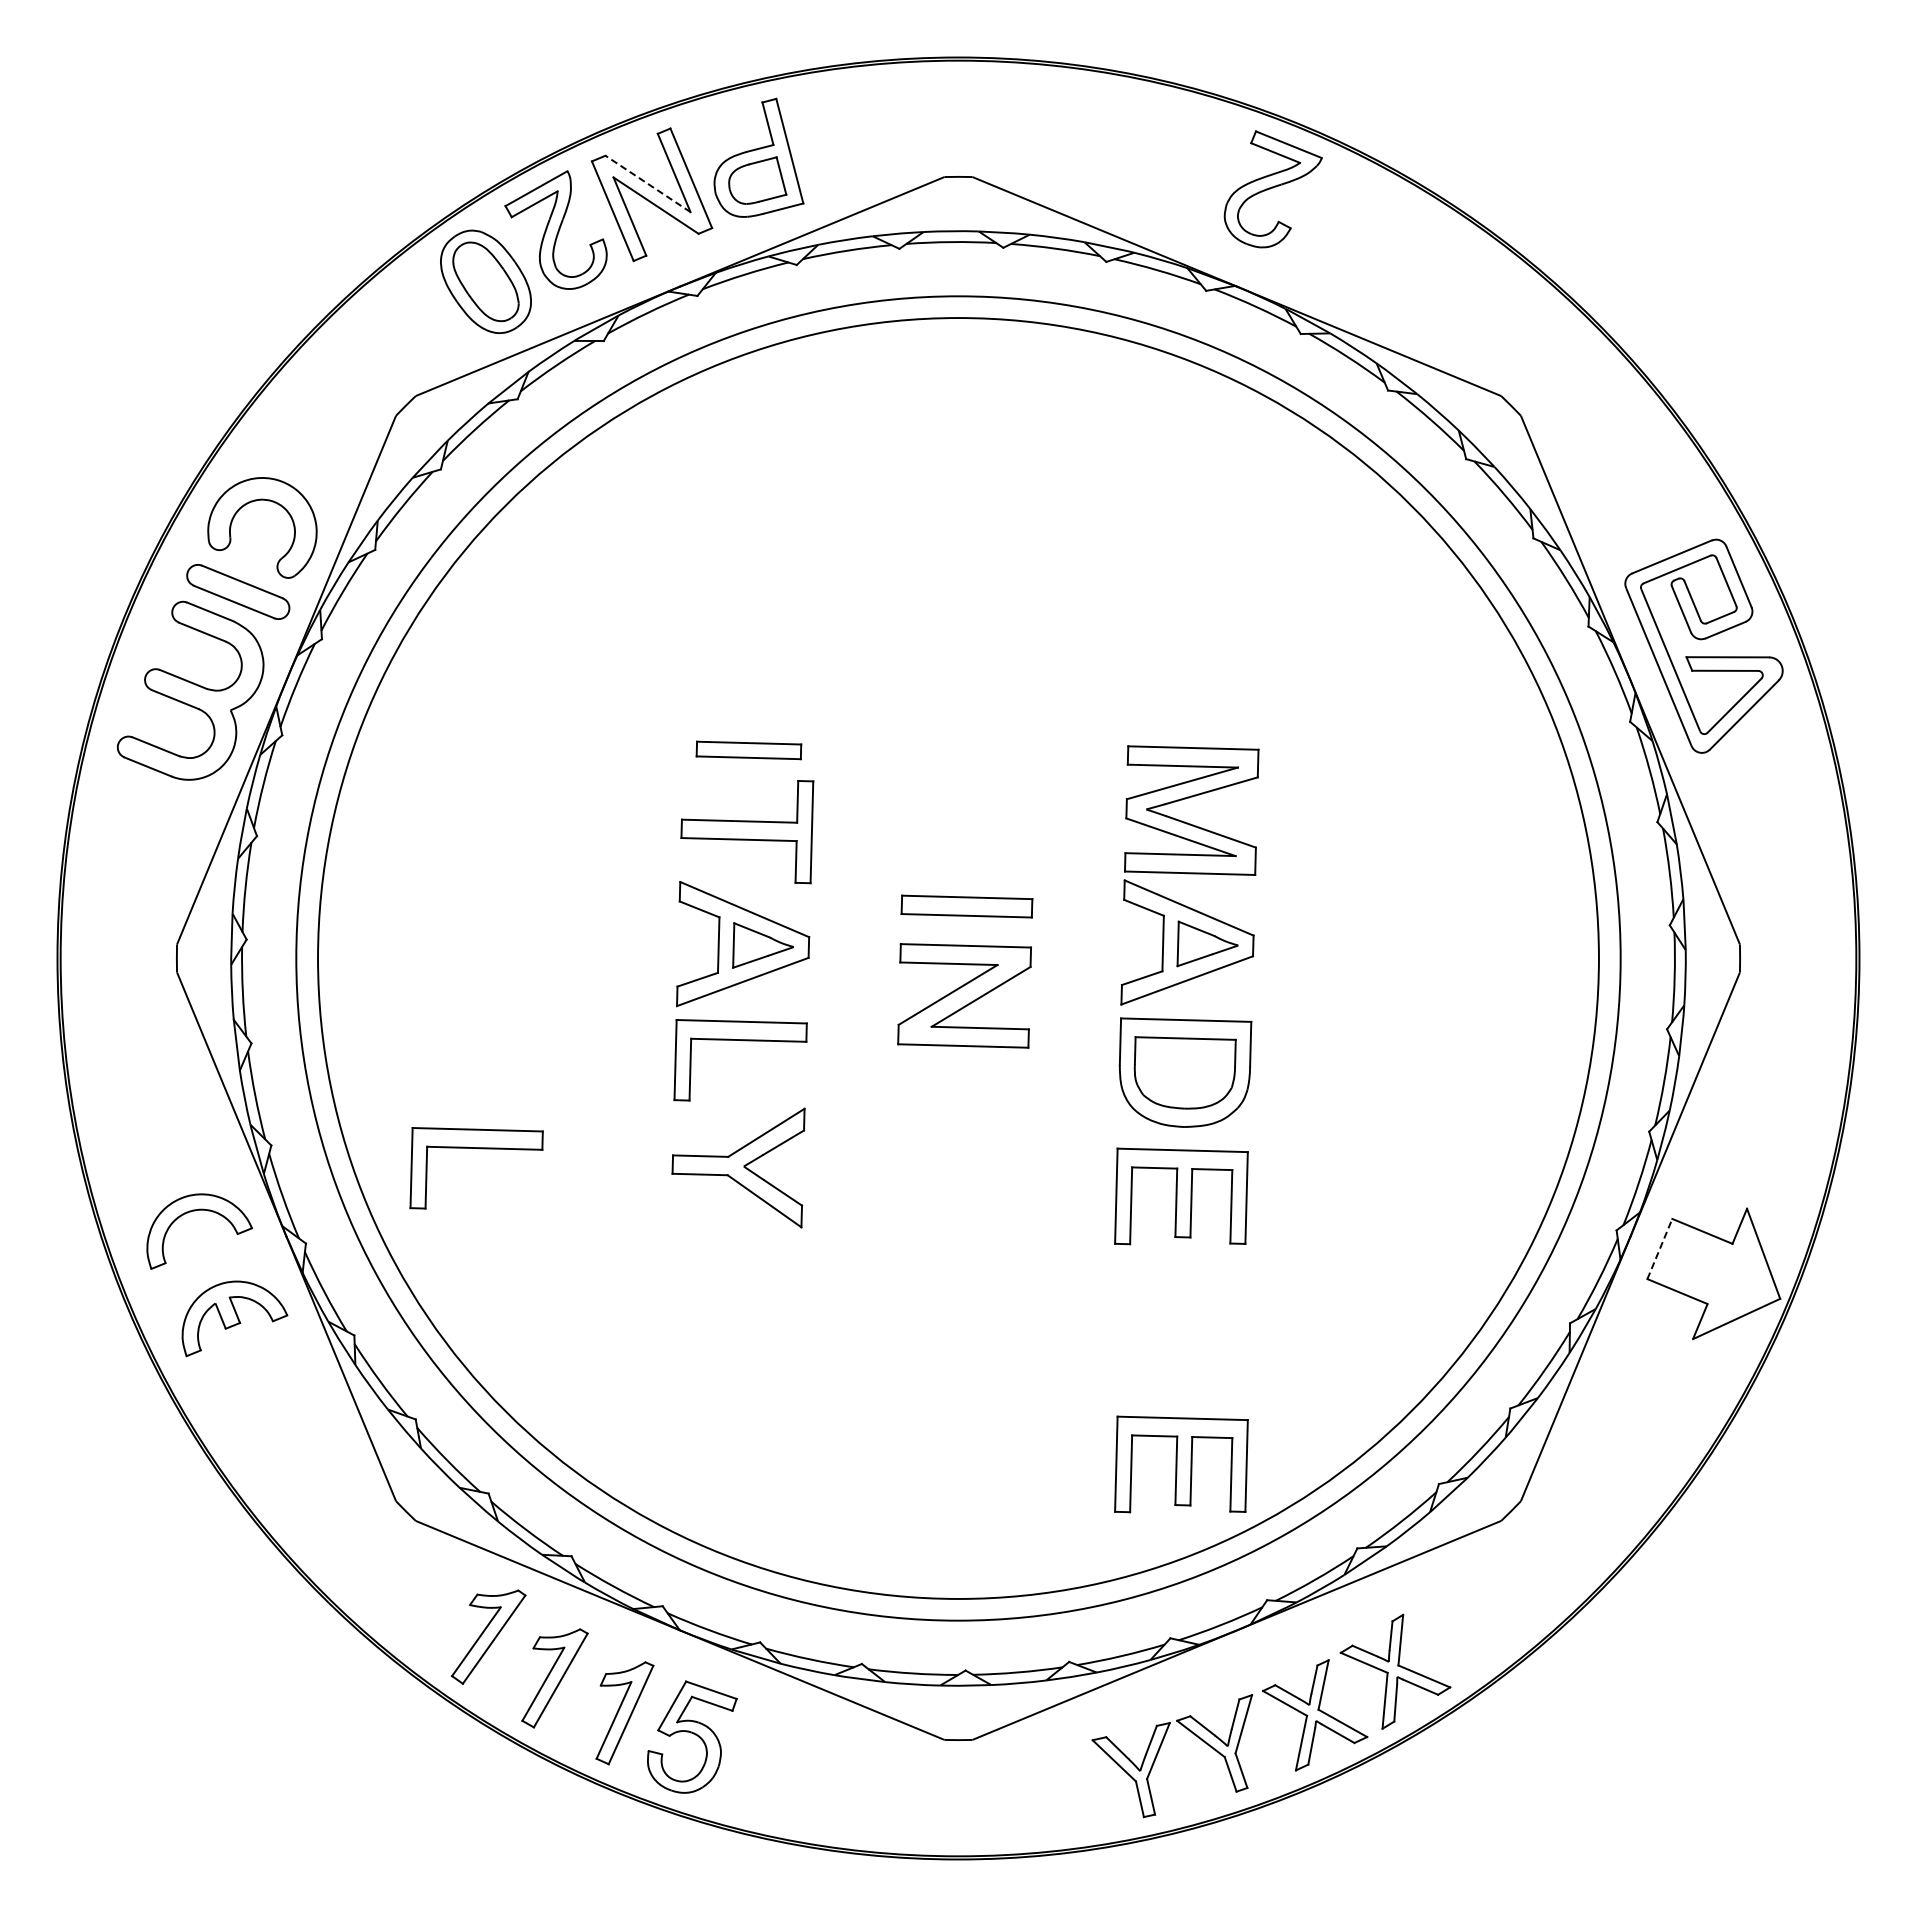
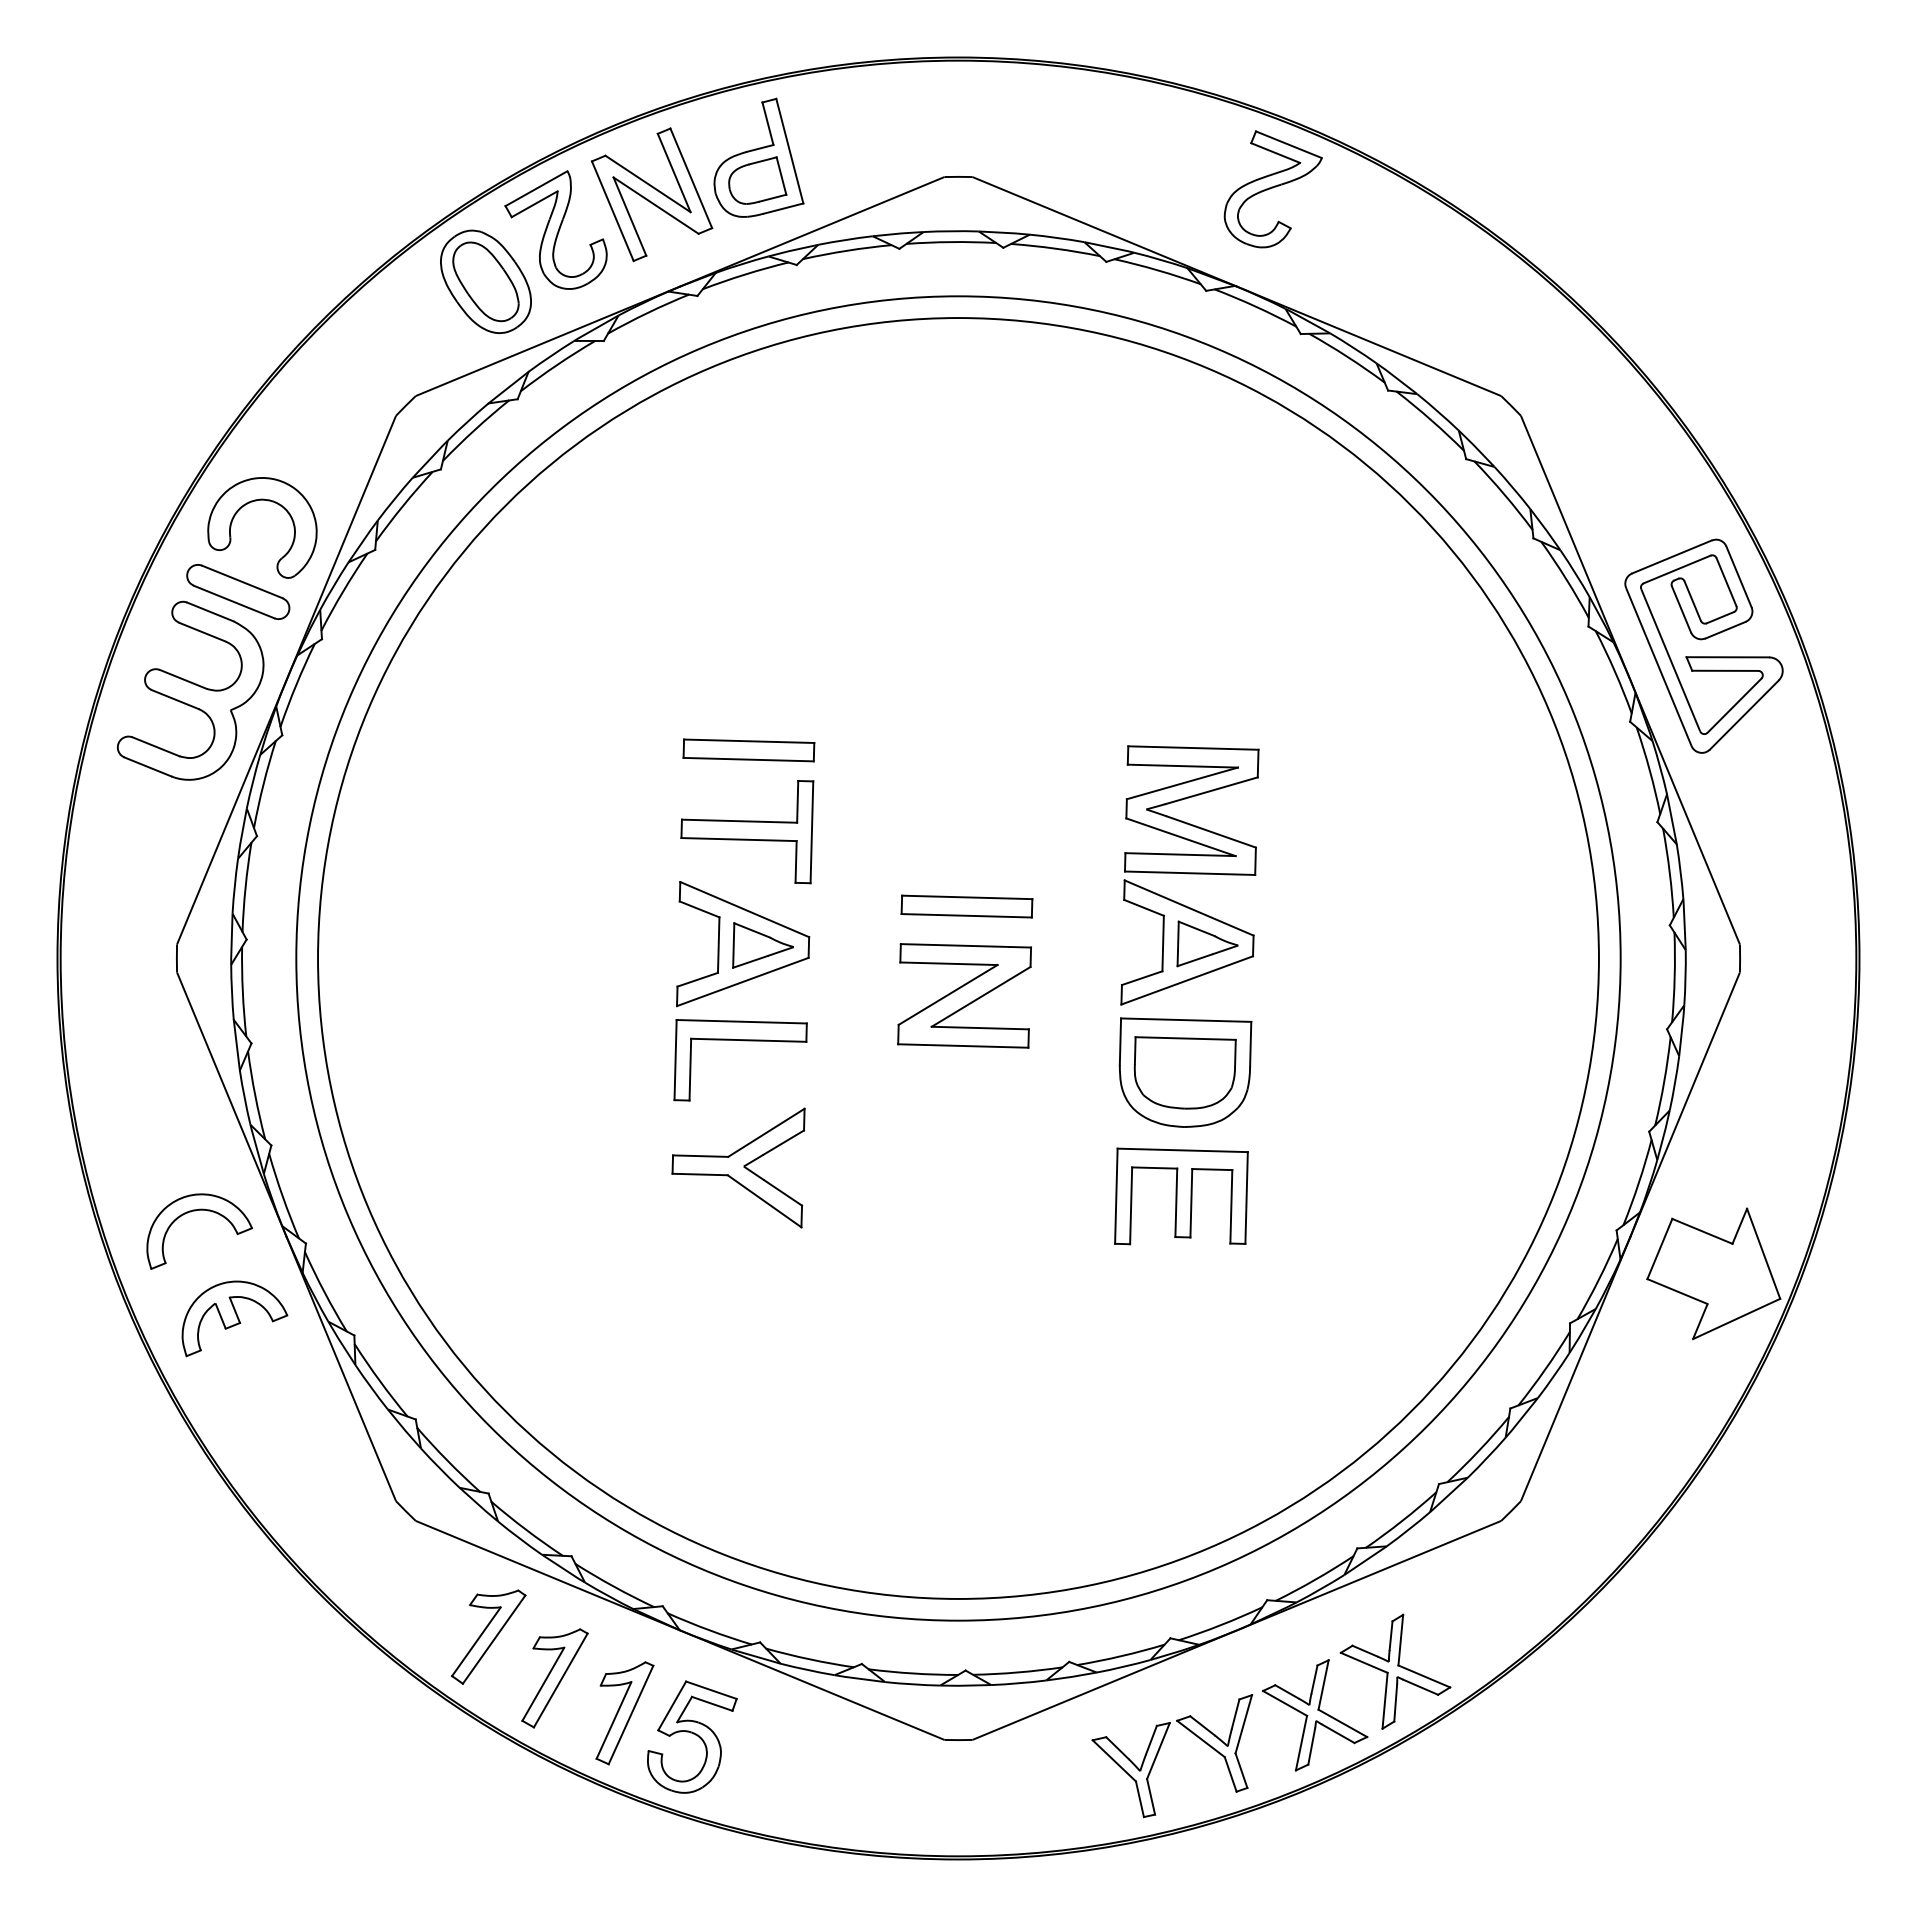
line at (647, 183): dashed -> solid
part at (748, 750) size: 108x21 px -> 134x25 px
part at (479, 1149): present -> none
line at (1659, 1249): dashed -> solid
part at (1181, 1464): present -> none
